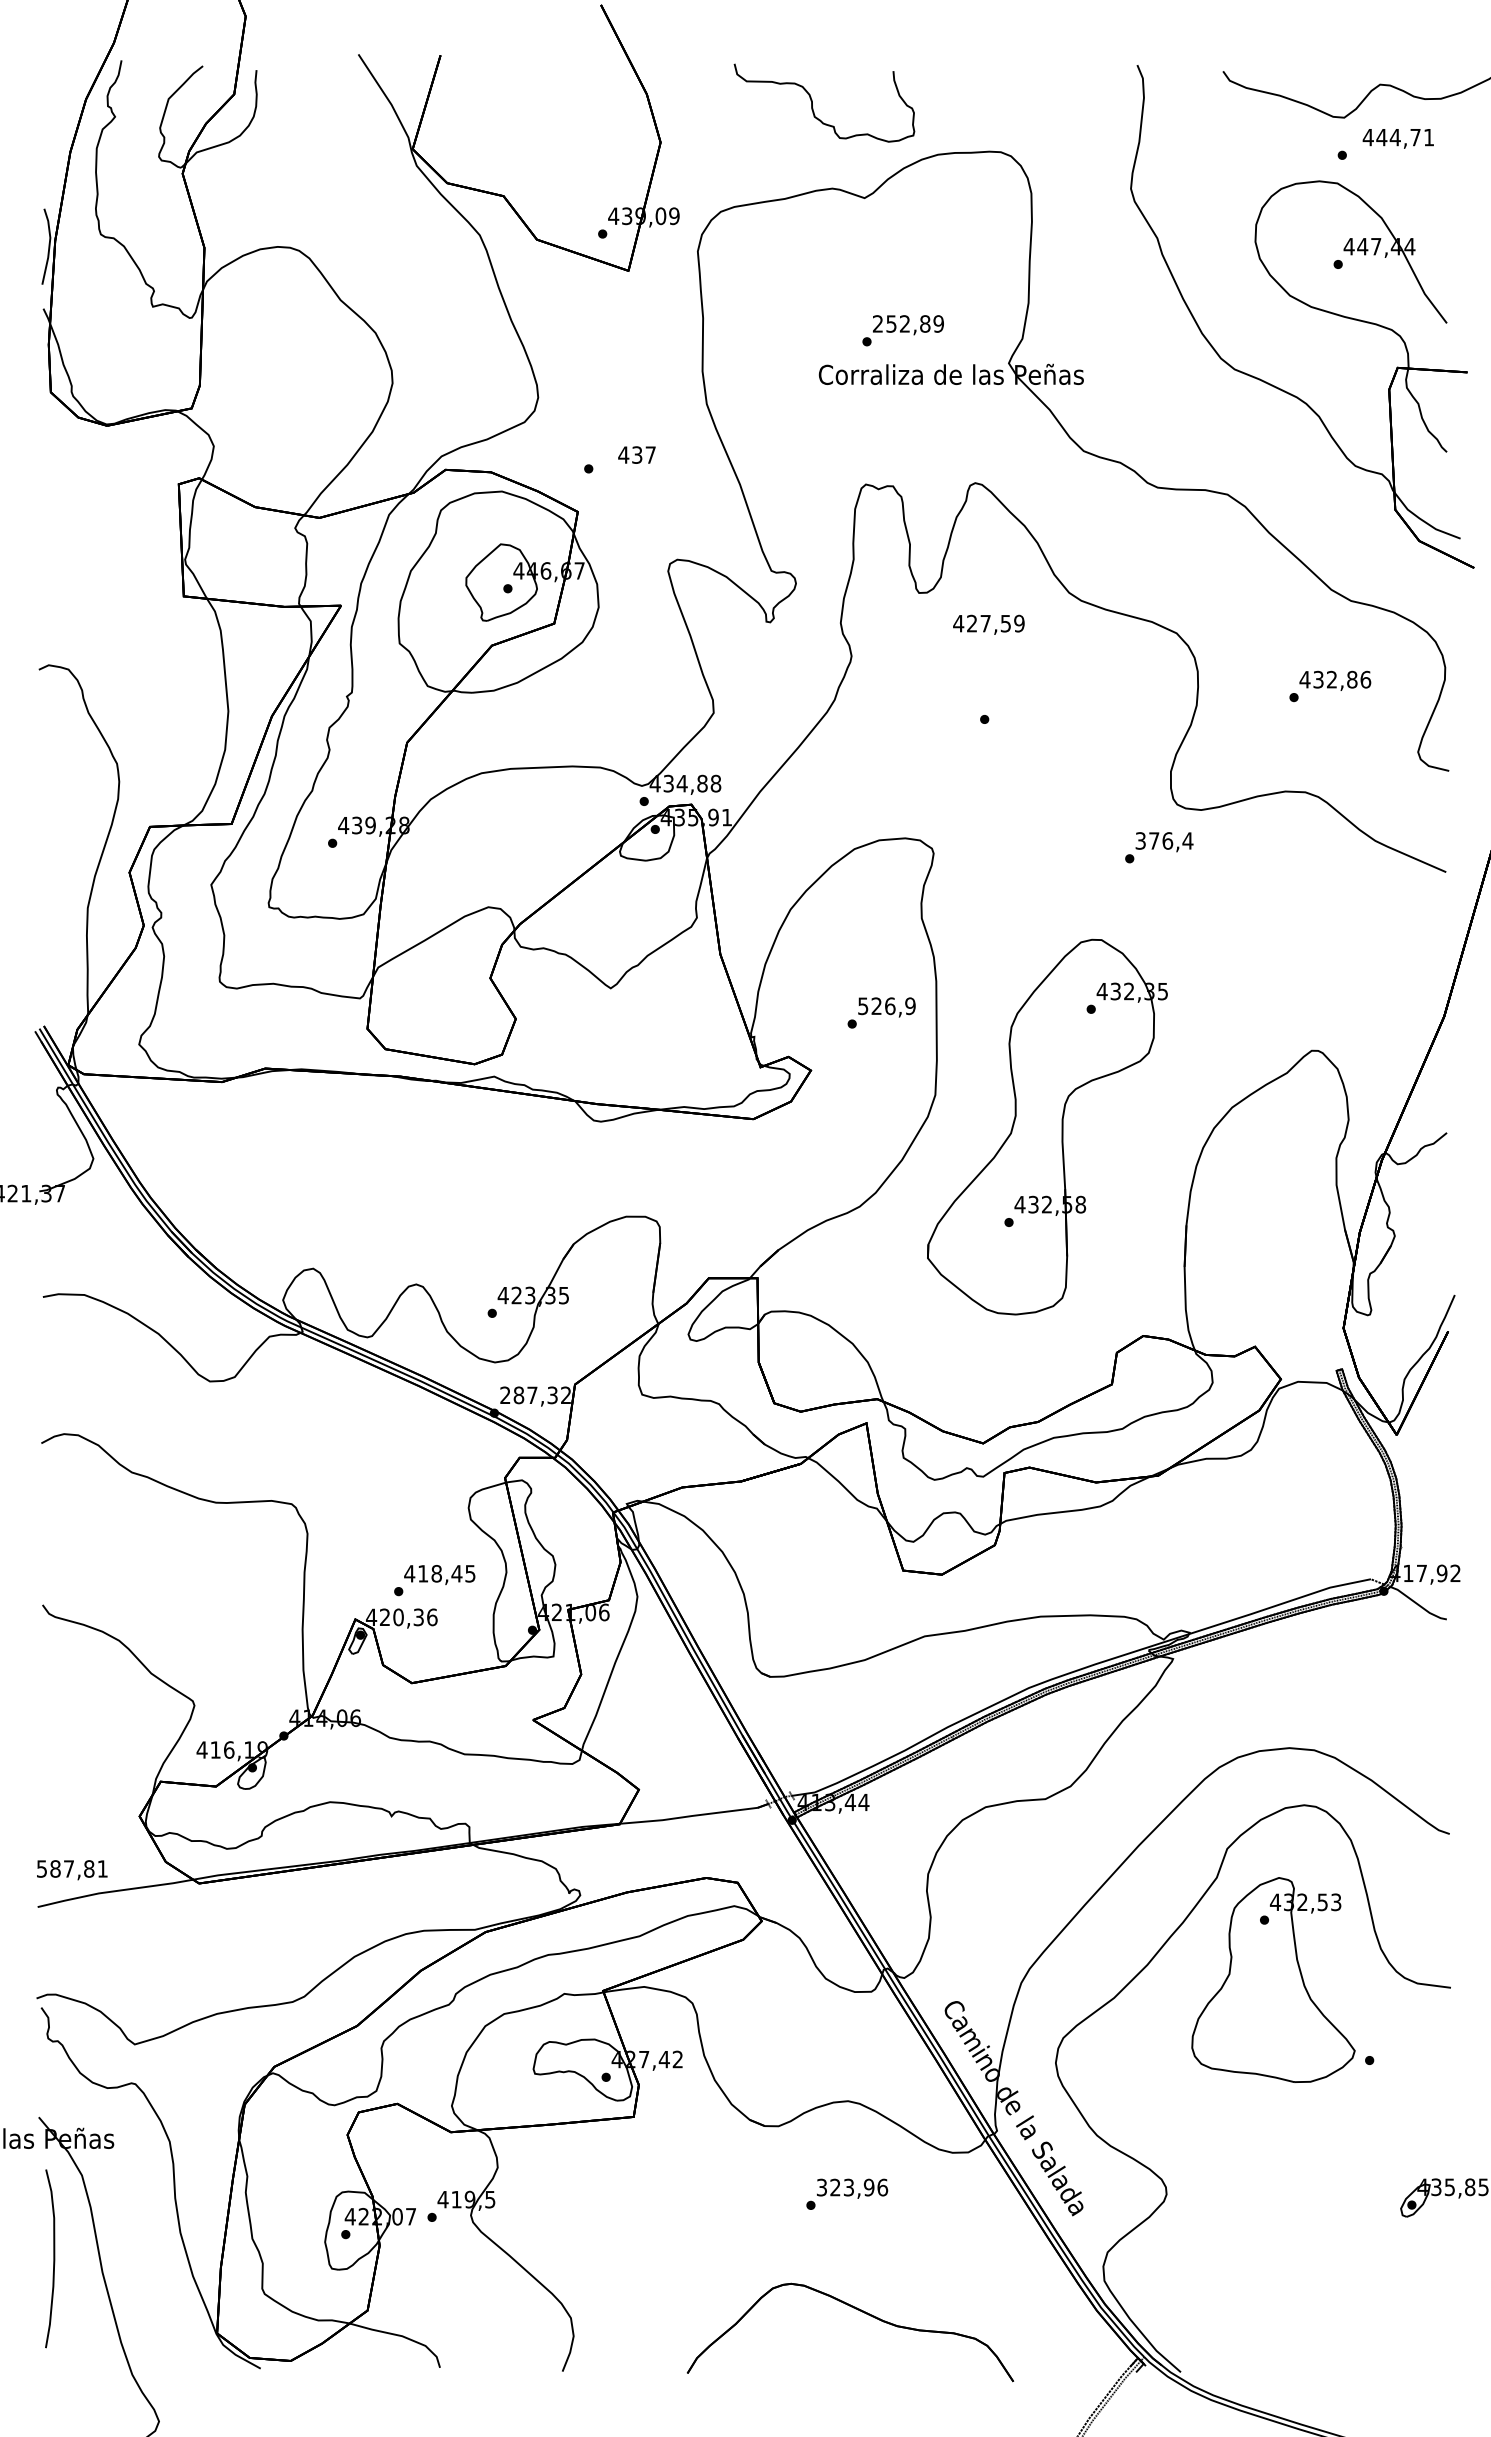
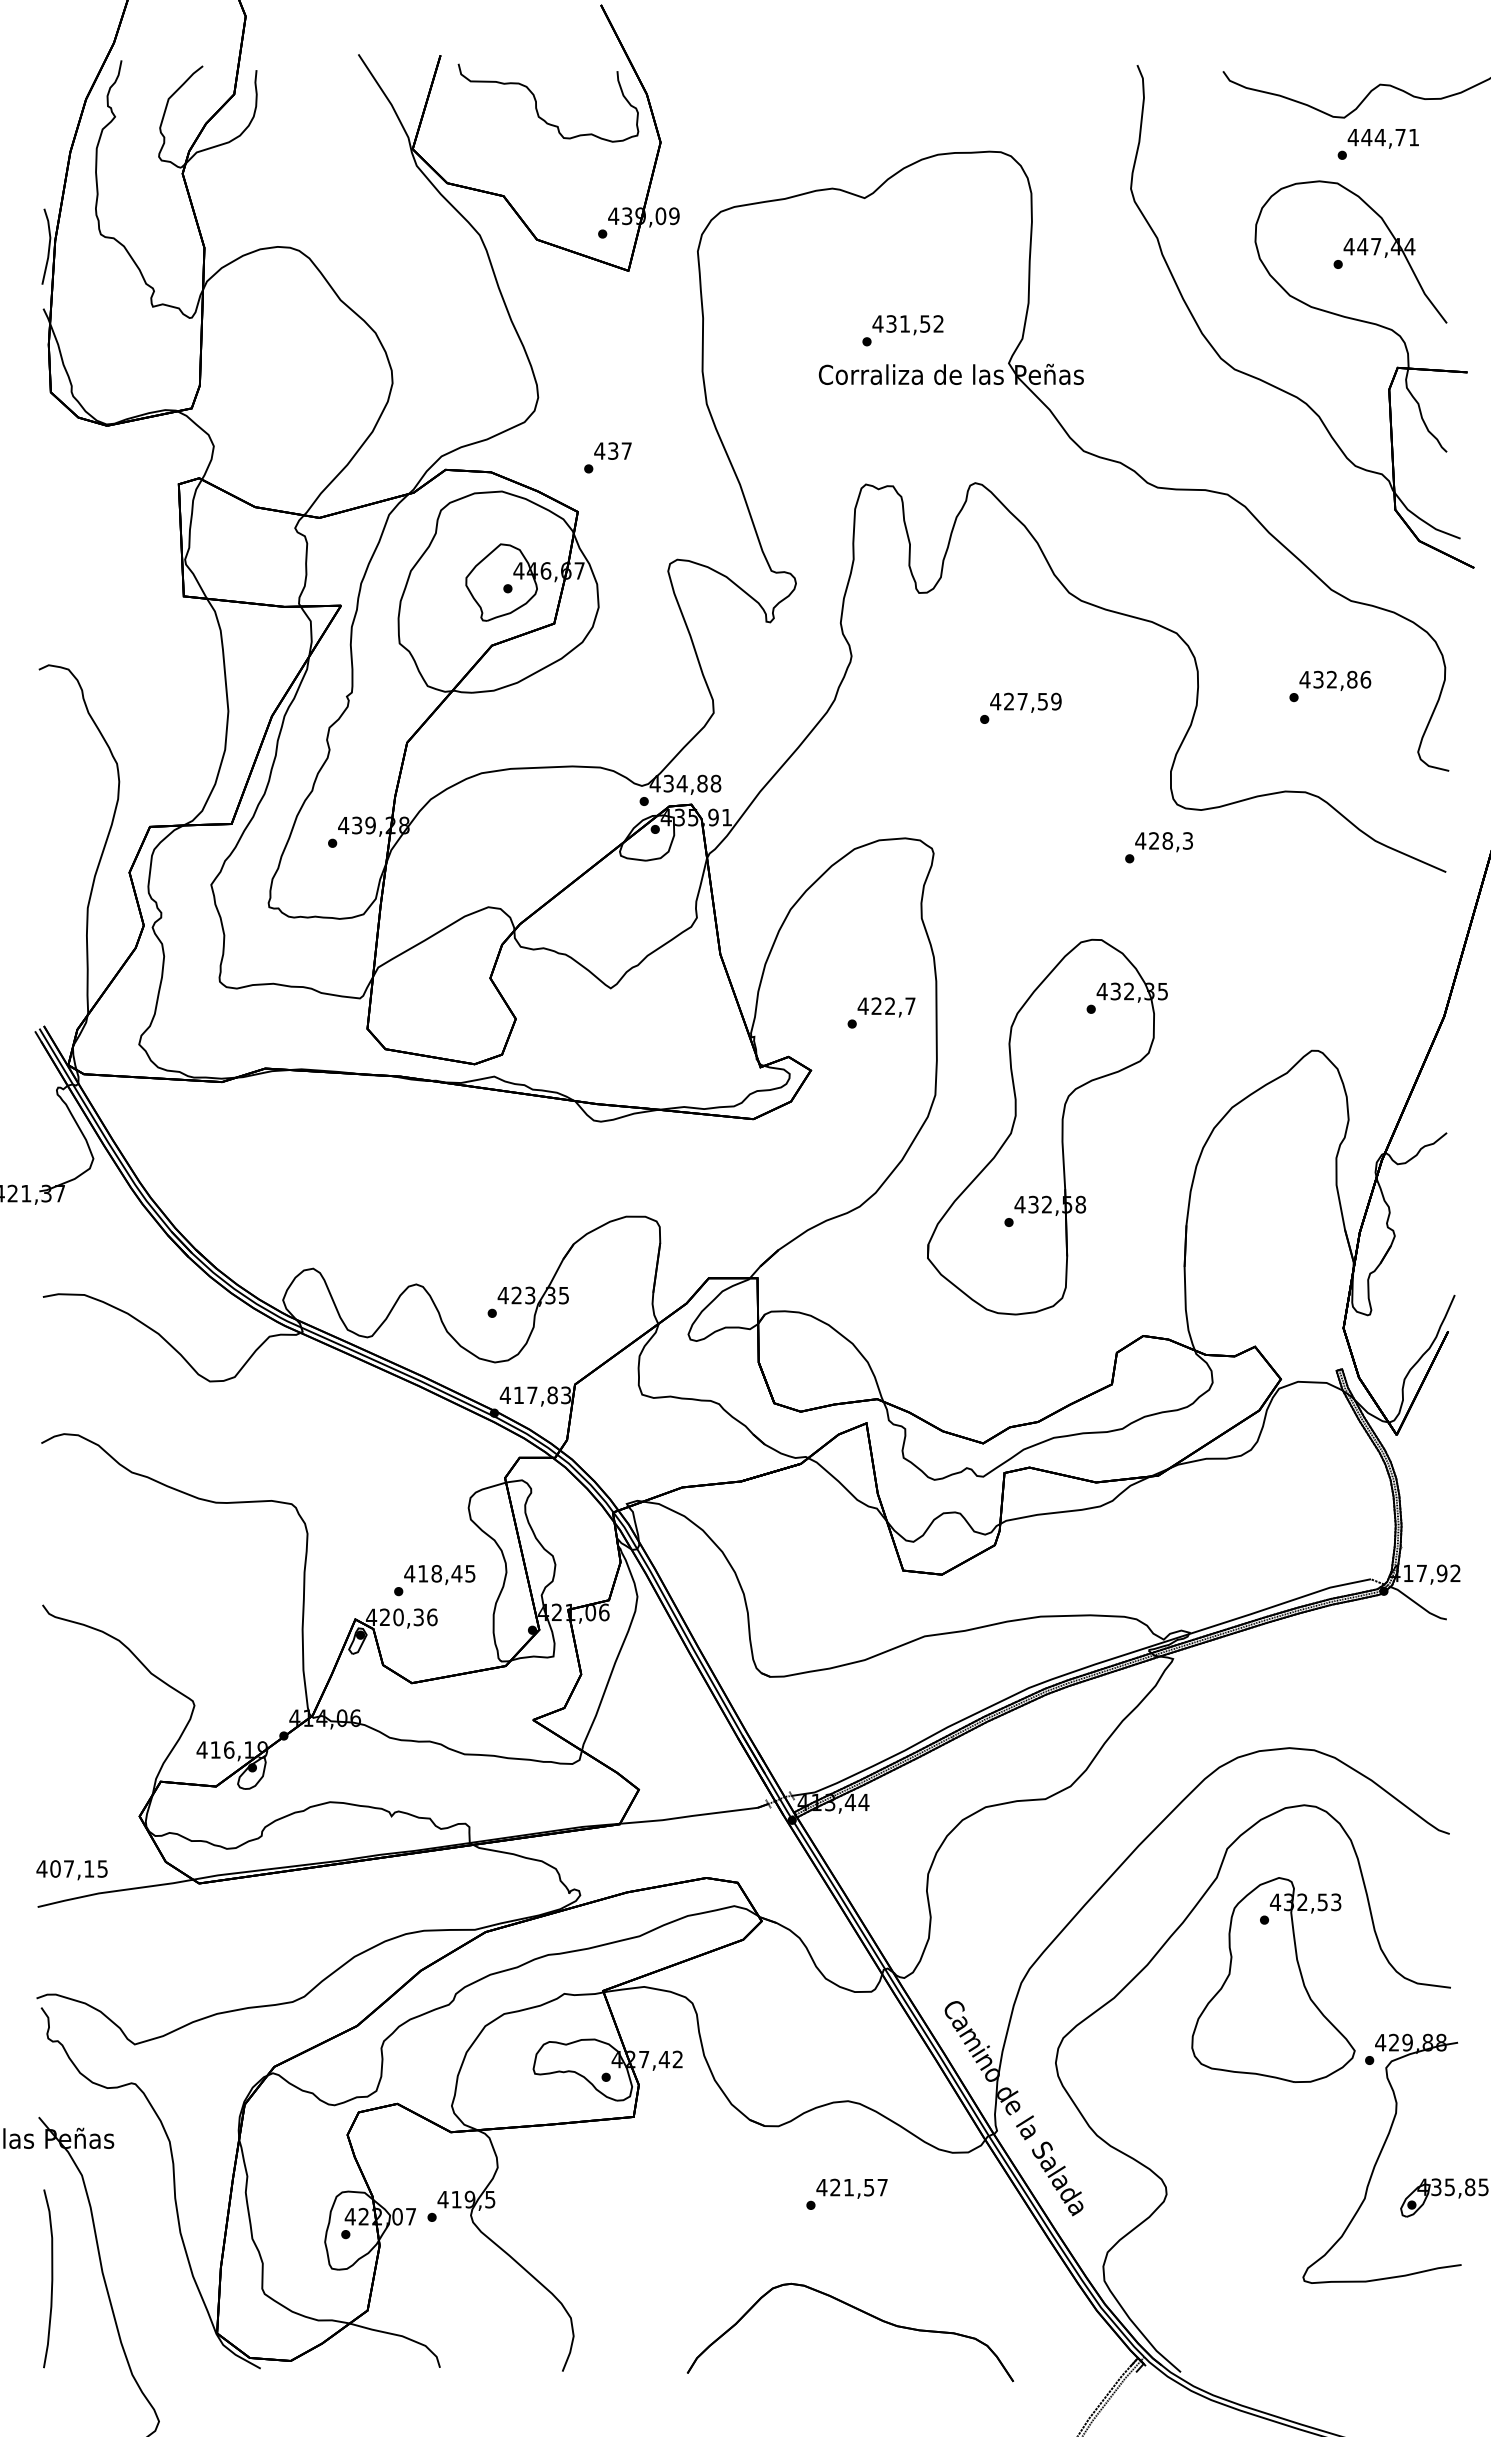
curve at (812, 102) position: (812, 102) -> (536, 102)
text at (1397, 138) position: (1397, 138) -> (1382, 138)
text at (907, 323): 252,89 -> 431,52
text at (636, 454) position: (636, 454) -> (612, 450)
text at (988, 624) position: (988, 624) -> (1025, 702)
text at (1164, 840): 376,4 -> 428,3
text at (886, 1006): 526,9 -> 422,7
text at (535, 1395): 287,32 -> 417,83
text at (71, 1868): 587,81 -> 407,15
part at (1381, 2158): none -> present
text at (852, 2187): 323,96 -> 421,57
curve at (53, 2258) position: (53, 2258) -> (51, 2278)
